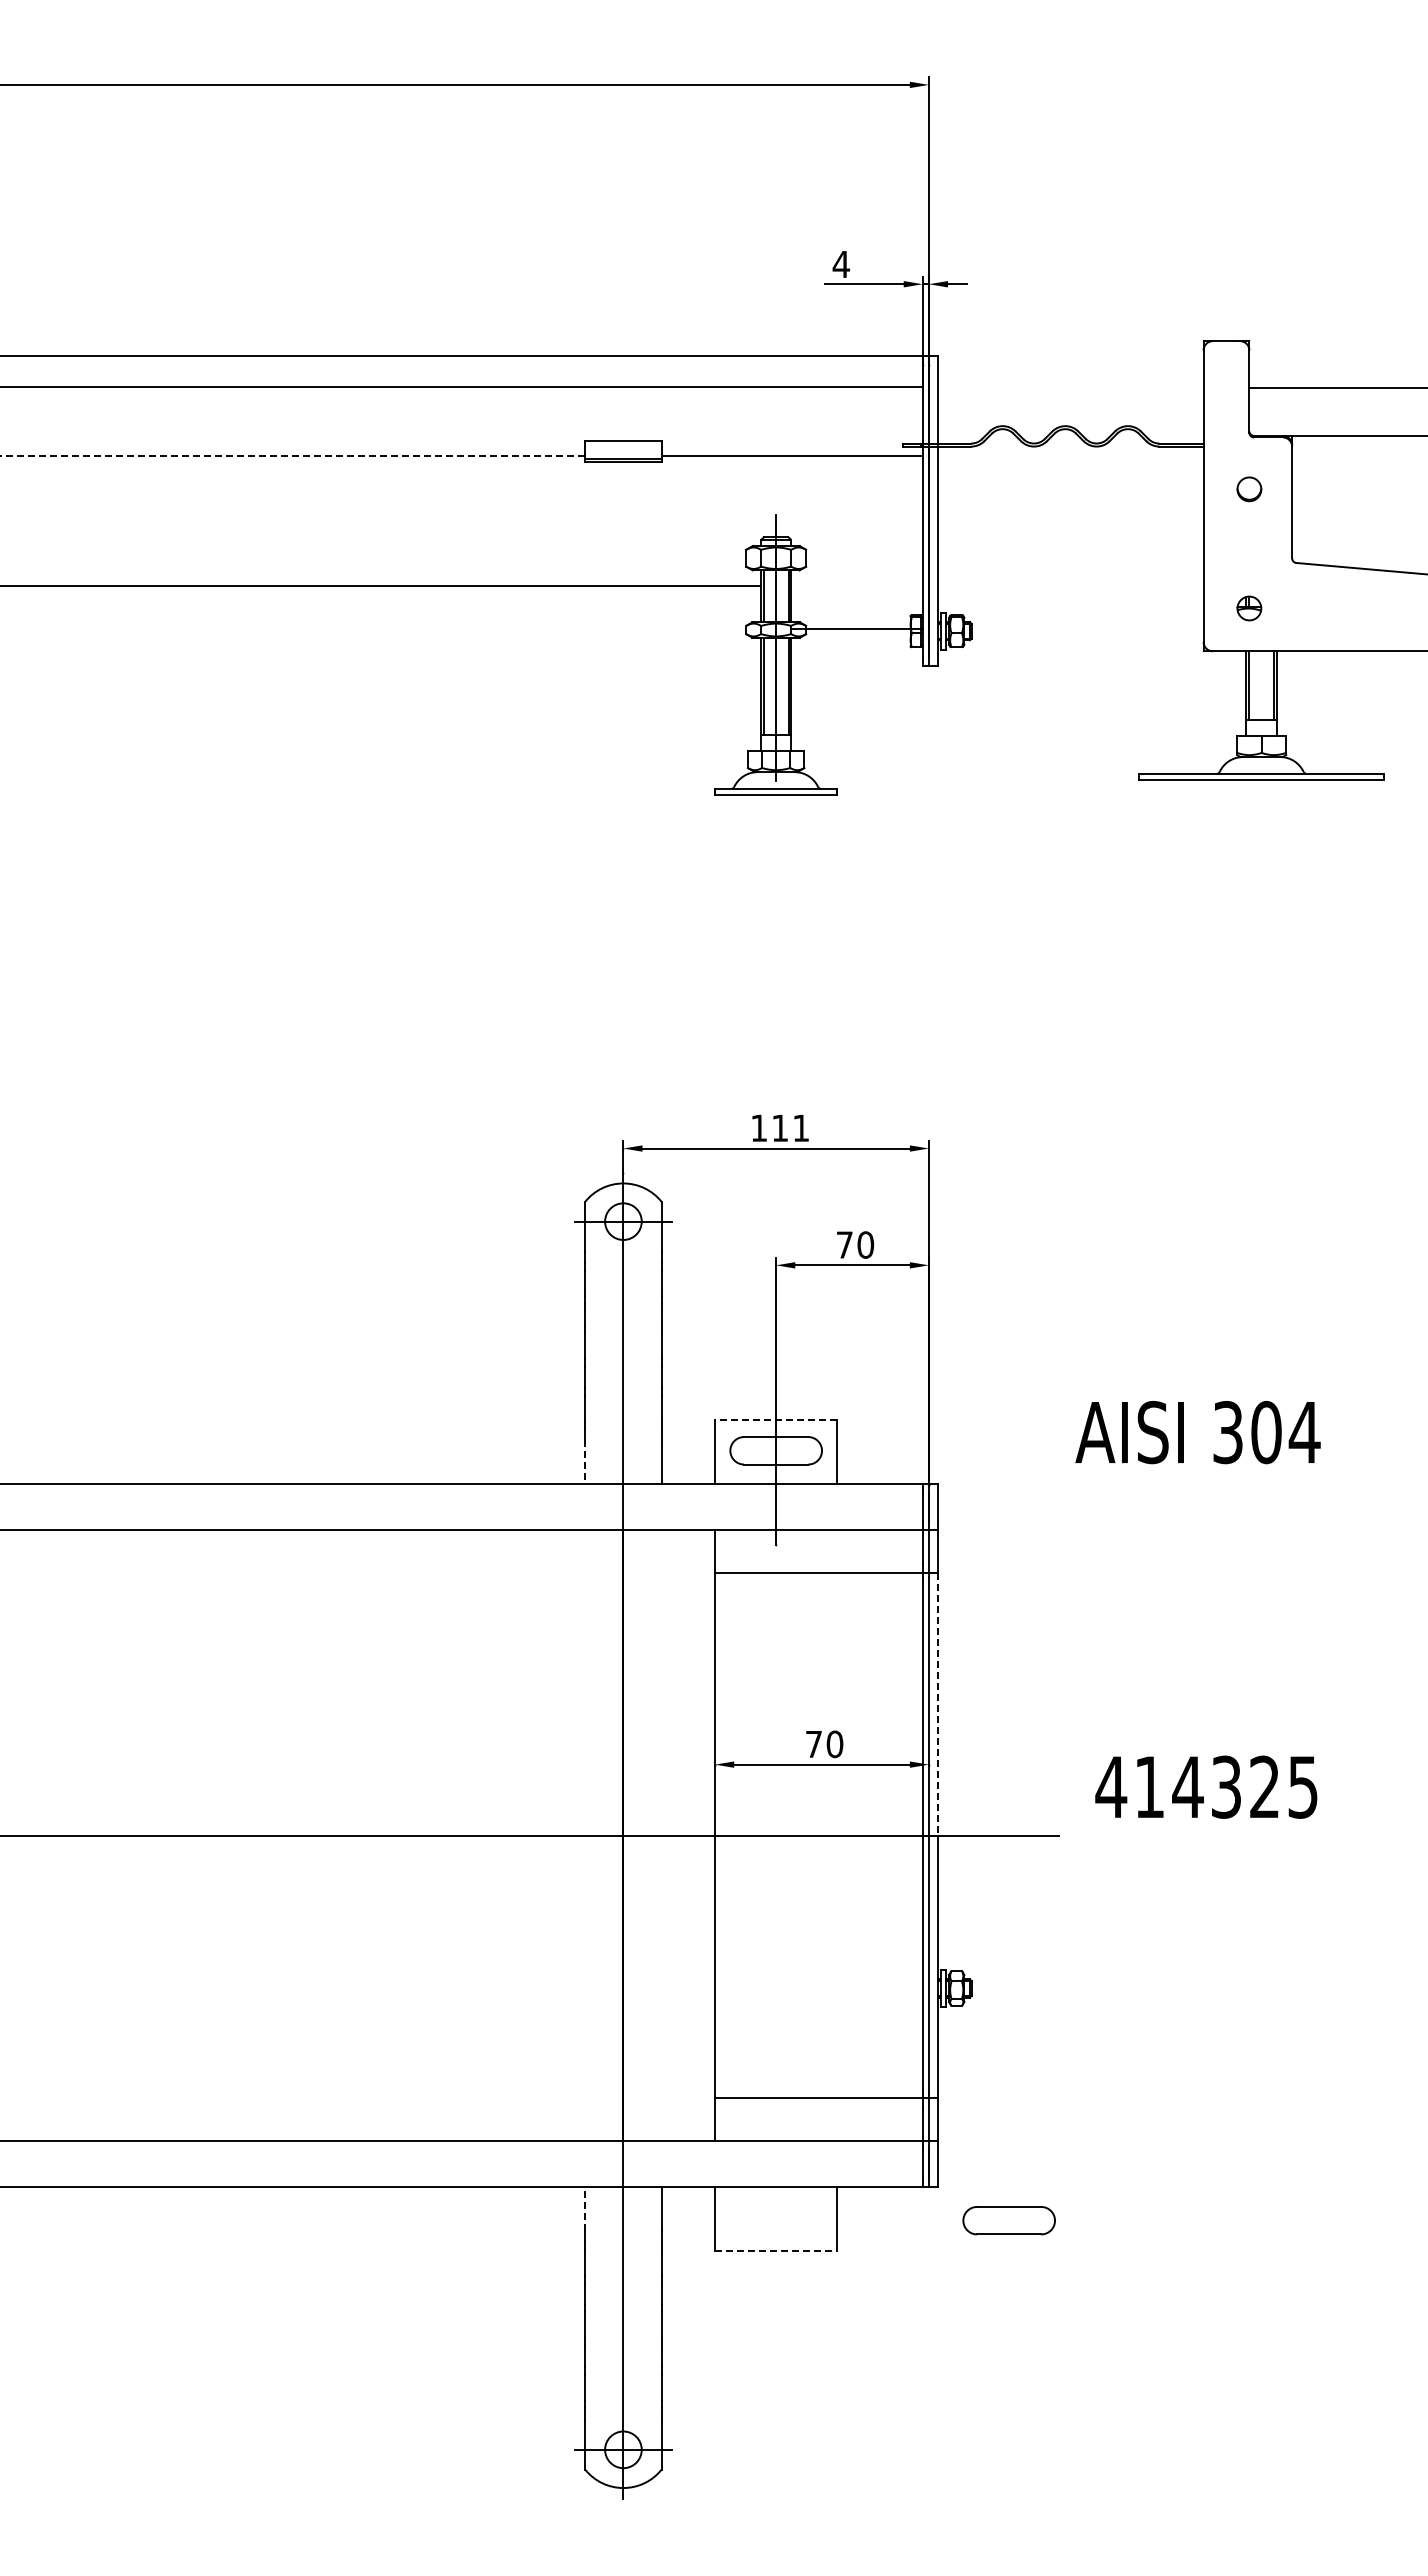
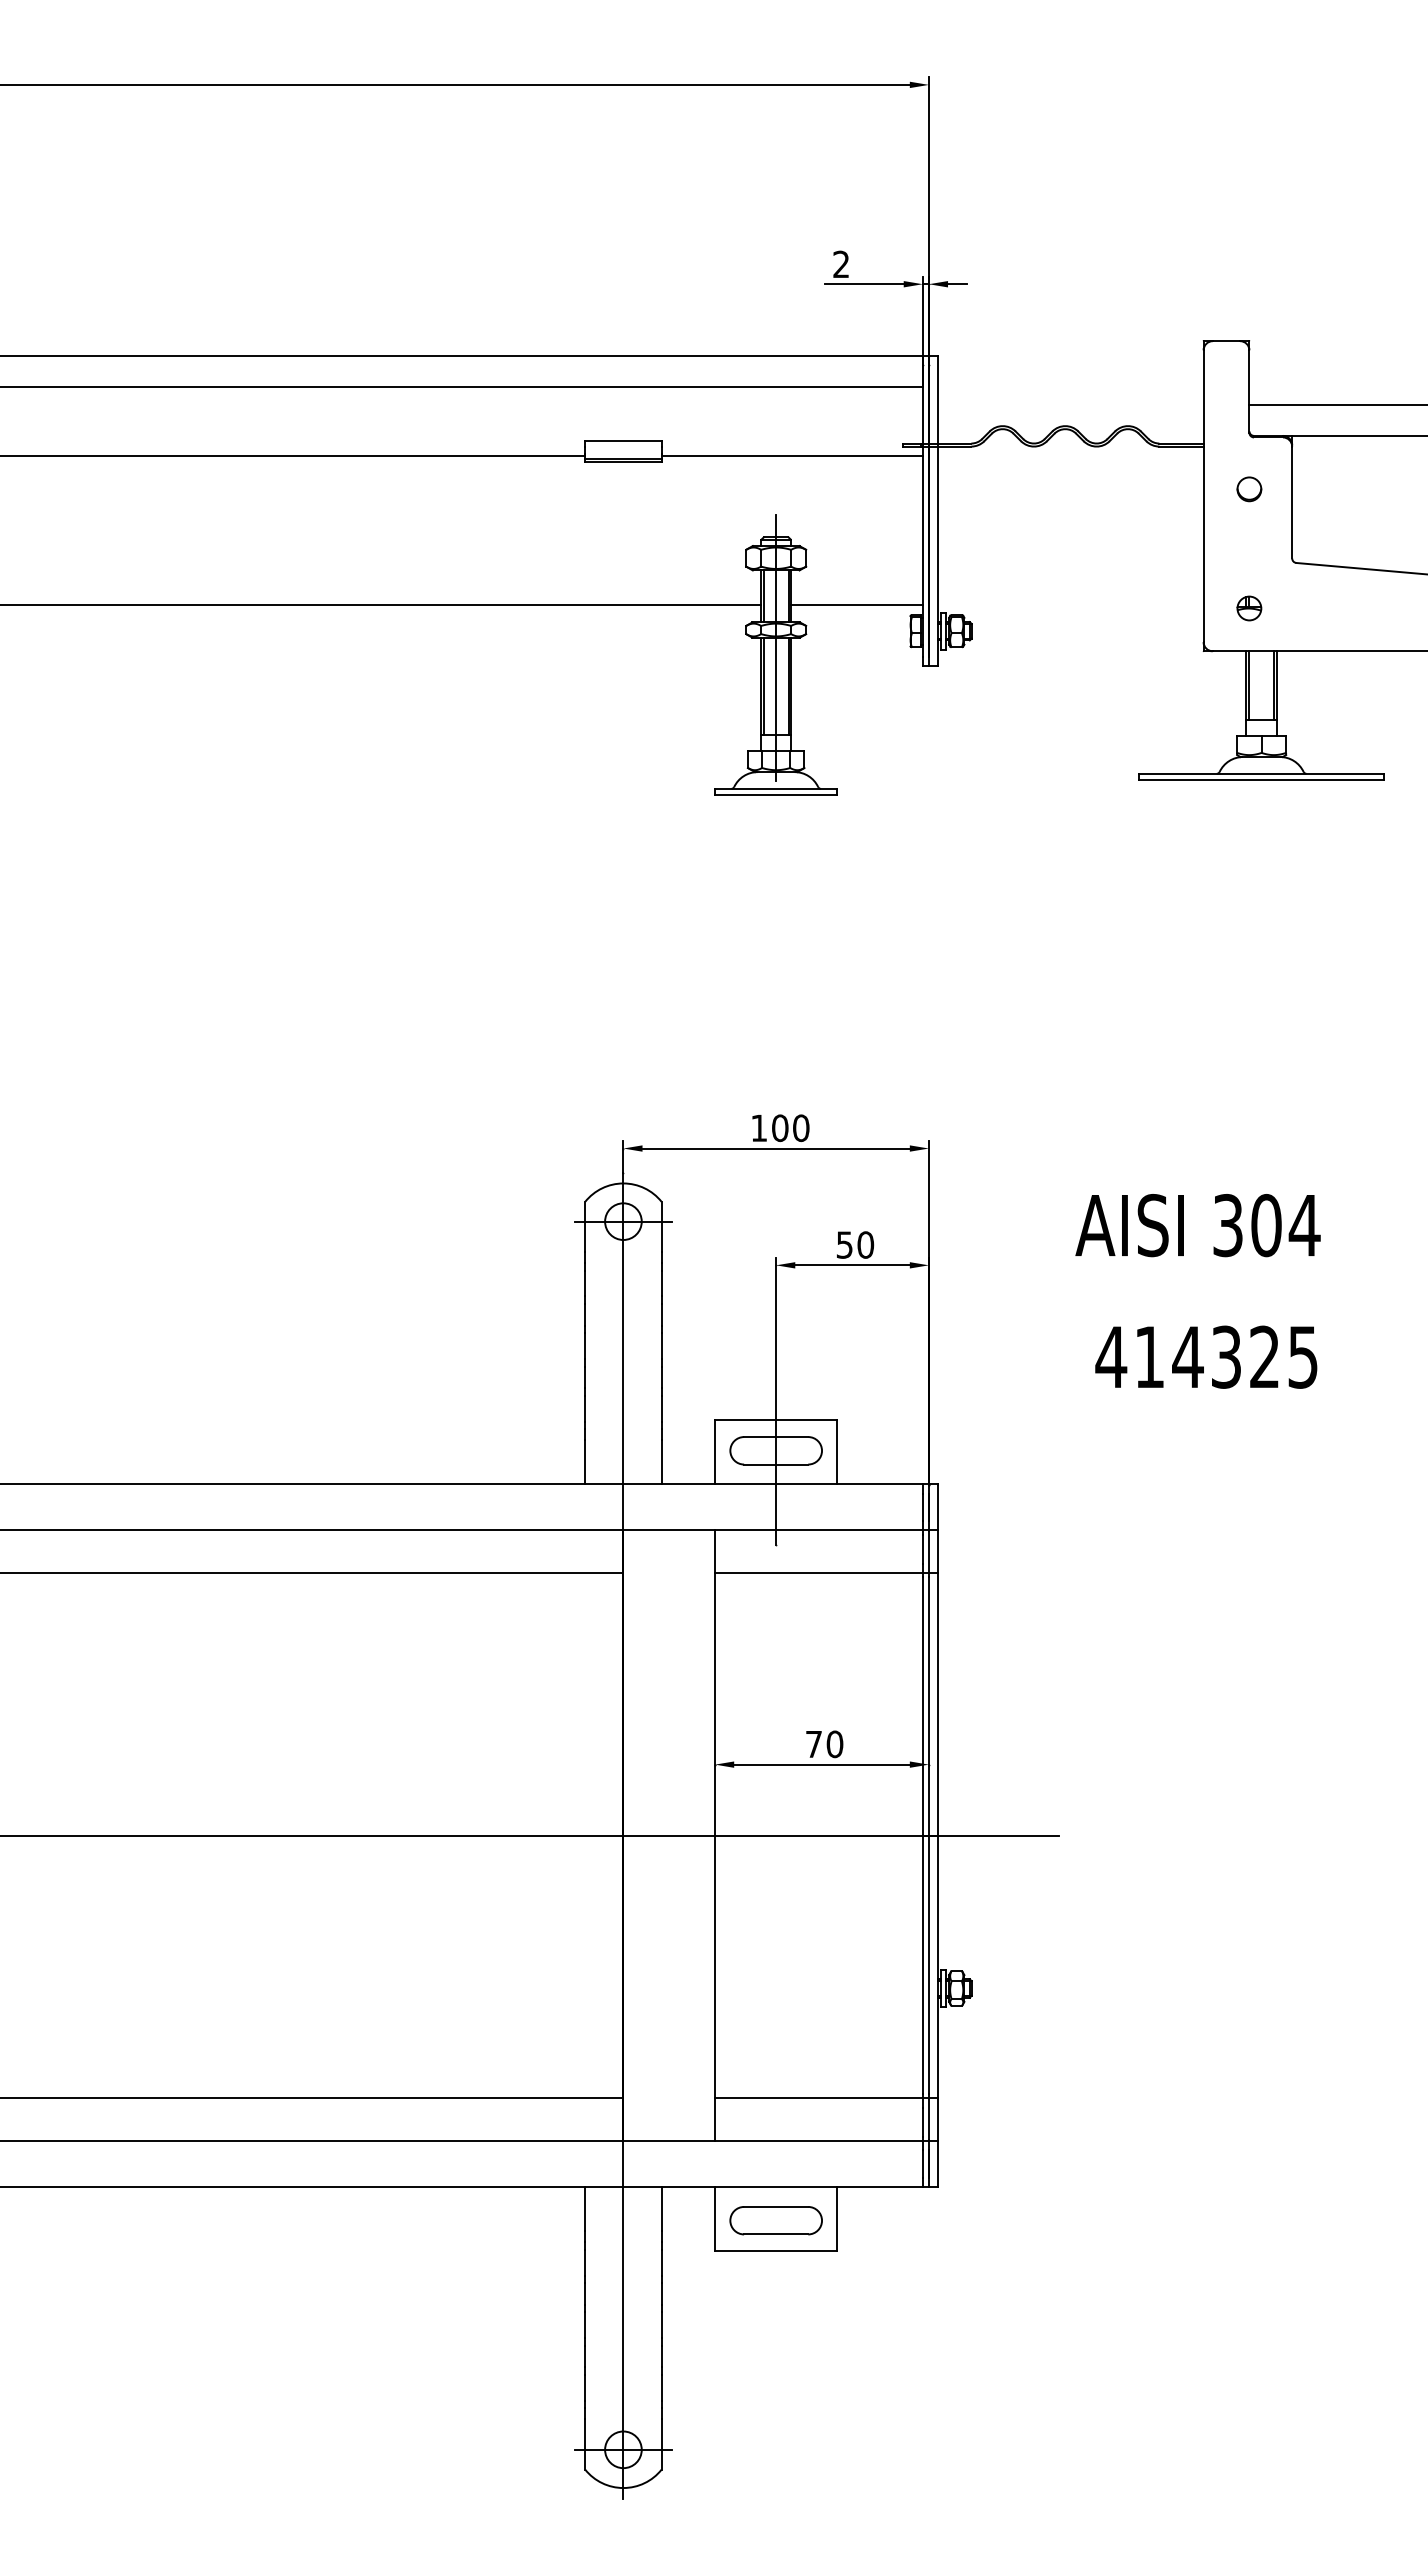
text at (841, 263): 4 -> 2
line at (1336, 388) position: (1336, 388) -> (1336, 405)
line at (292, 455): dashed -> solid
line at (381, 586) position: (381, 586) -> (381, 605)
line at (856, 629) position: (856, 629) -> (856, 605)
text at (790, 1128): 111 -> 100
text at (844, 1244): 70 -> 50
line at (775, 1420): dashed -> solid
text at (1197, 1432) position: (1197, 1432) -> (1197, 1225)
line at (585, 1462): dashed -> solid
line at (312, 1573): none -> present
line at (938, 1704): dashed -> solid
text at (1206, 1786) position: (1206, 1786) -> (1206, 1356)
line at (312, 2098): none -> present
line at (585, 2208): dashed -> solid
part at (1008, 2220) position: (1008, 2220) -> (775, 2220)
line at (776, 2251): dashed -> solid
